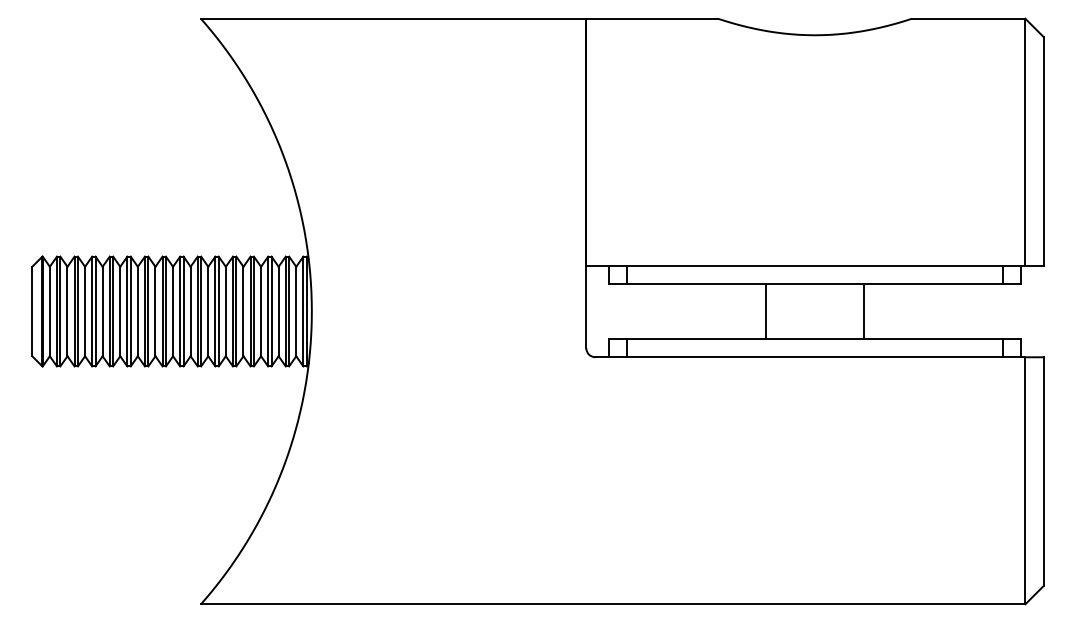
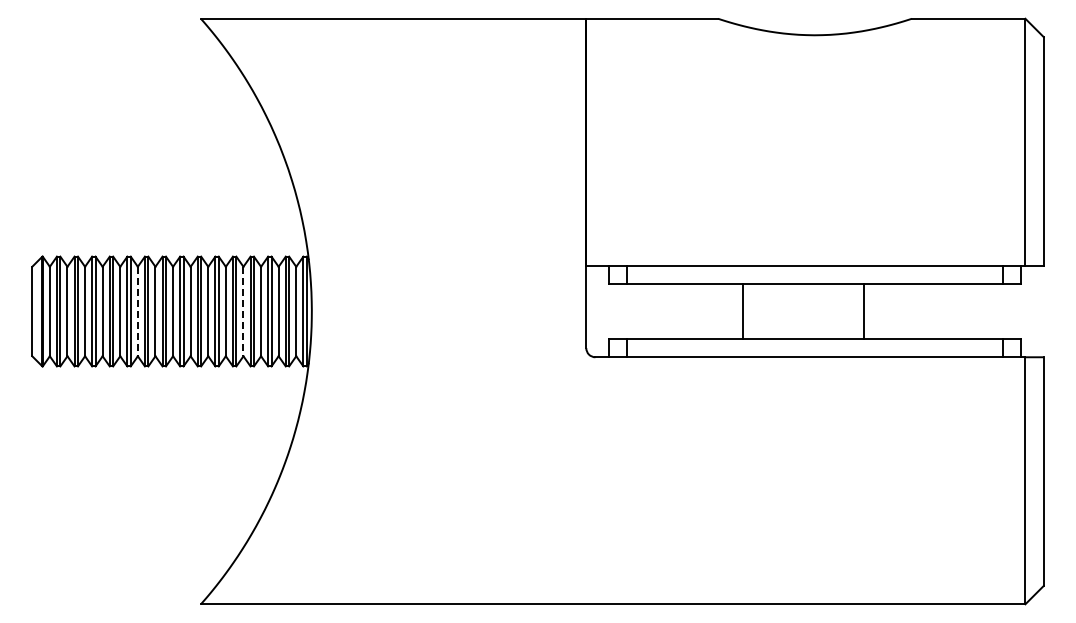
line at (137, 311): solid -> dashed
line at (243, 311): solid -> dashed
line at (766, 311) position: (766, 311) -> (743, 311)
